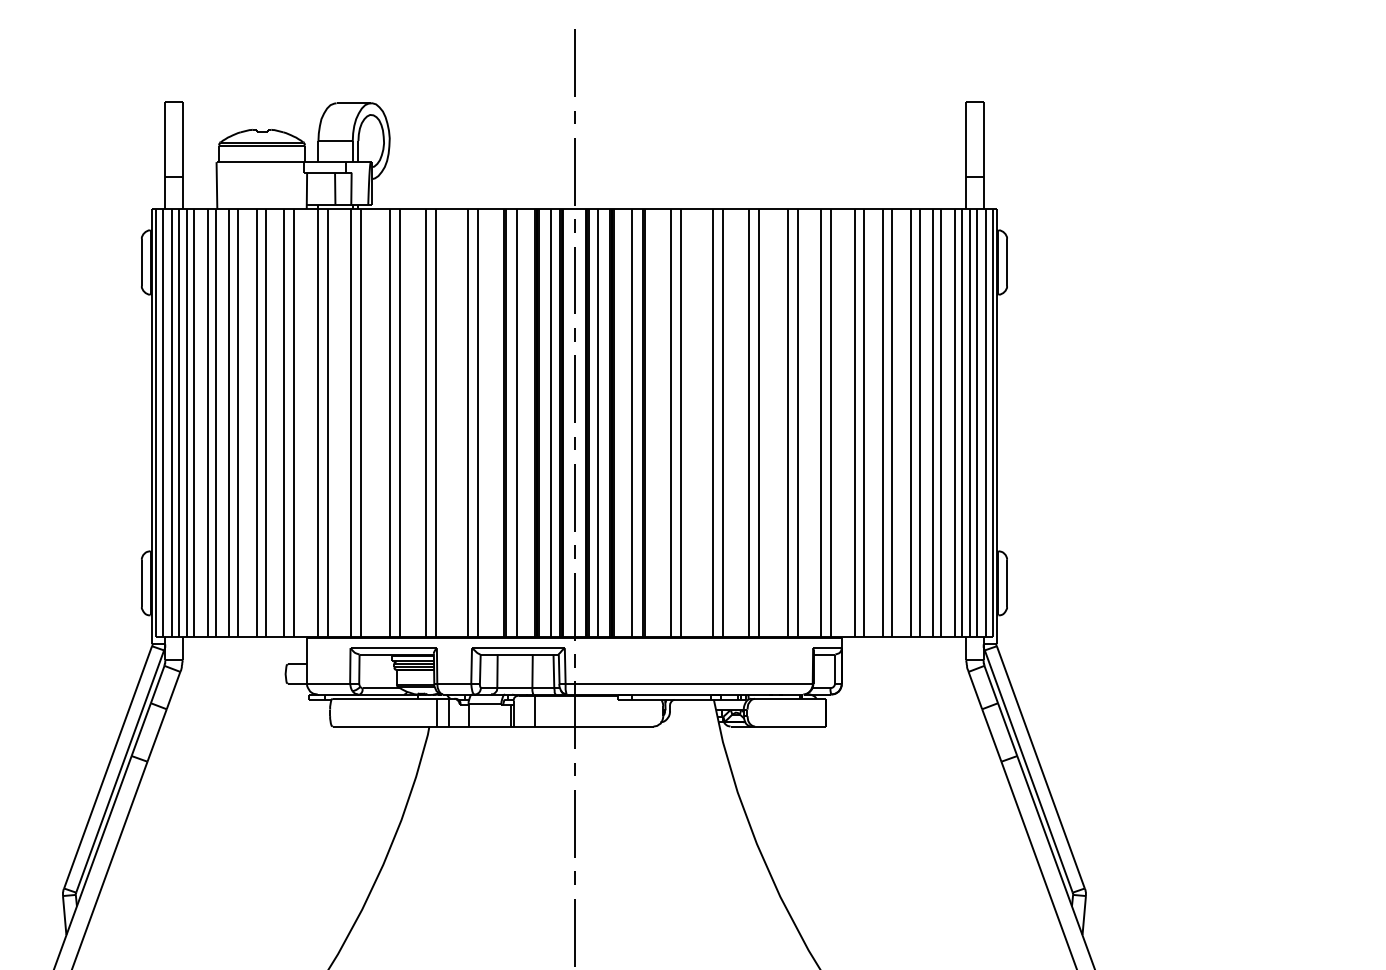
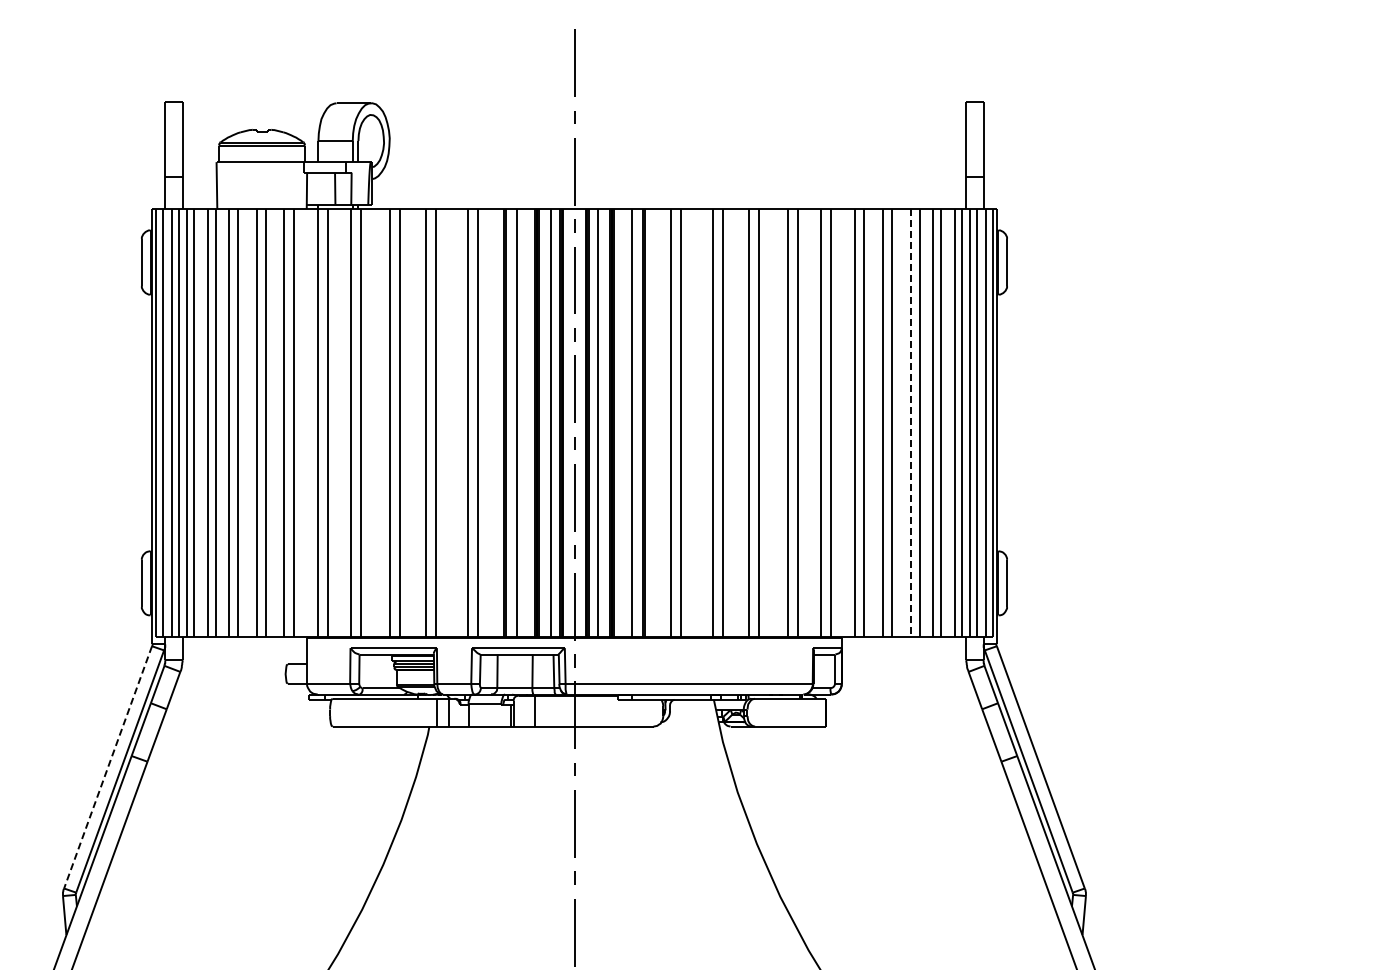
line at (911, 422): solid -> dashed
line at (108, 767): solid -> dashed
